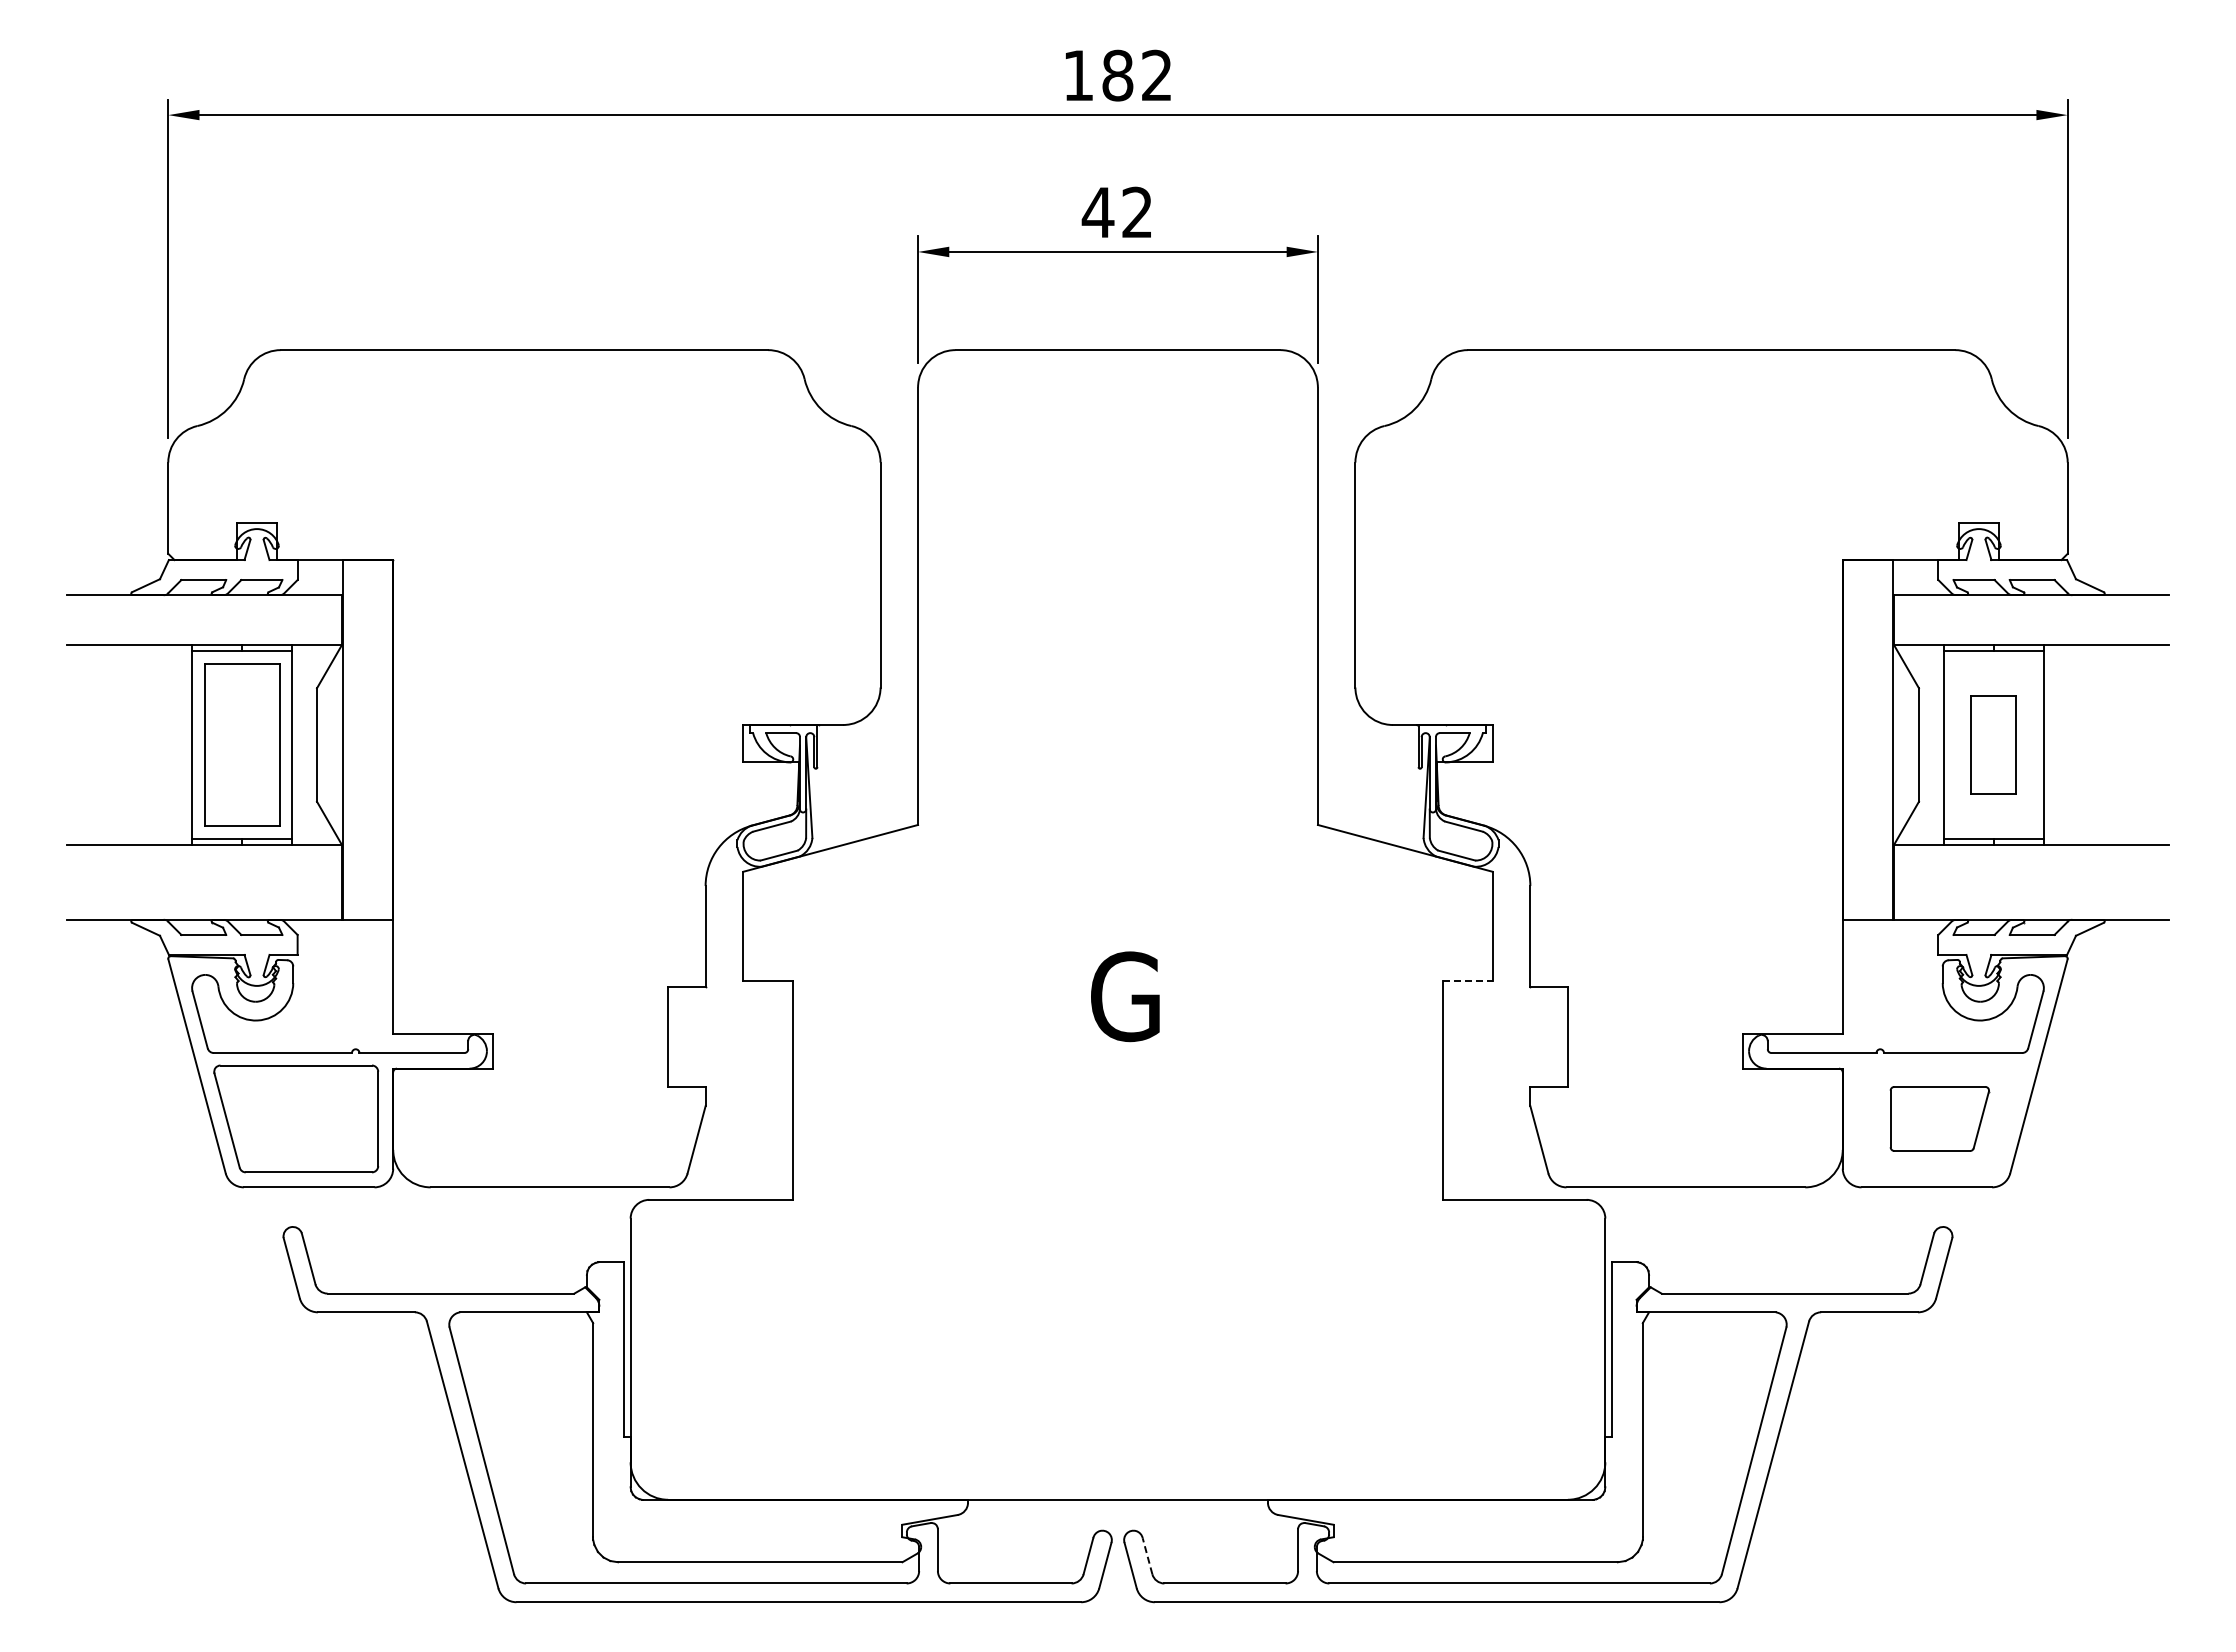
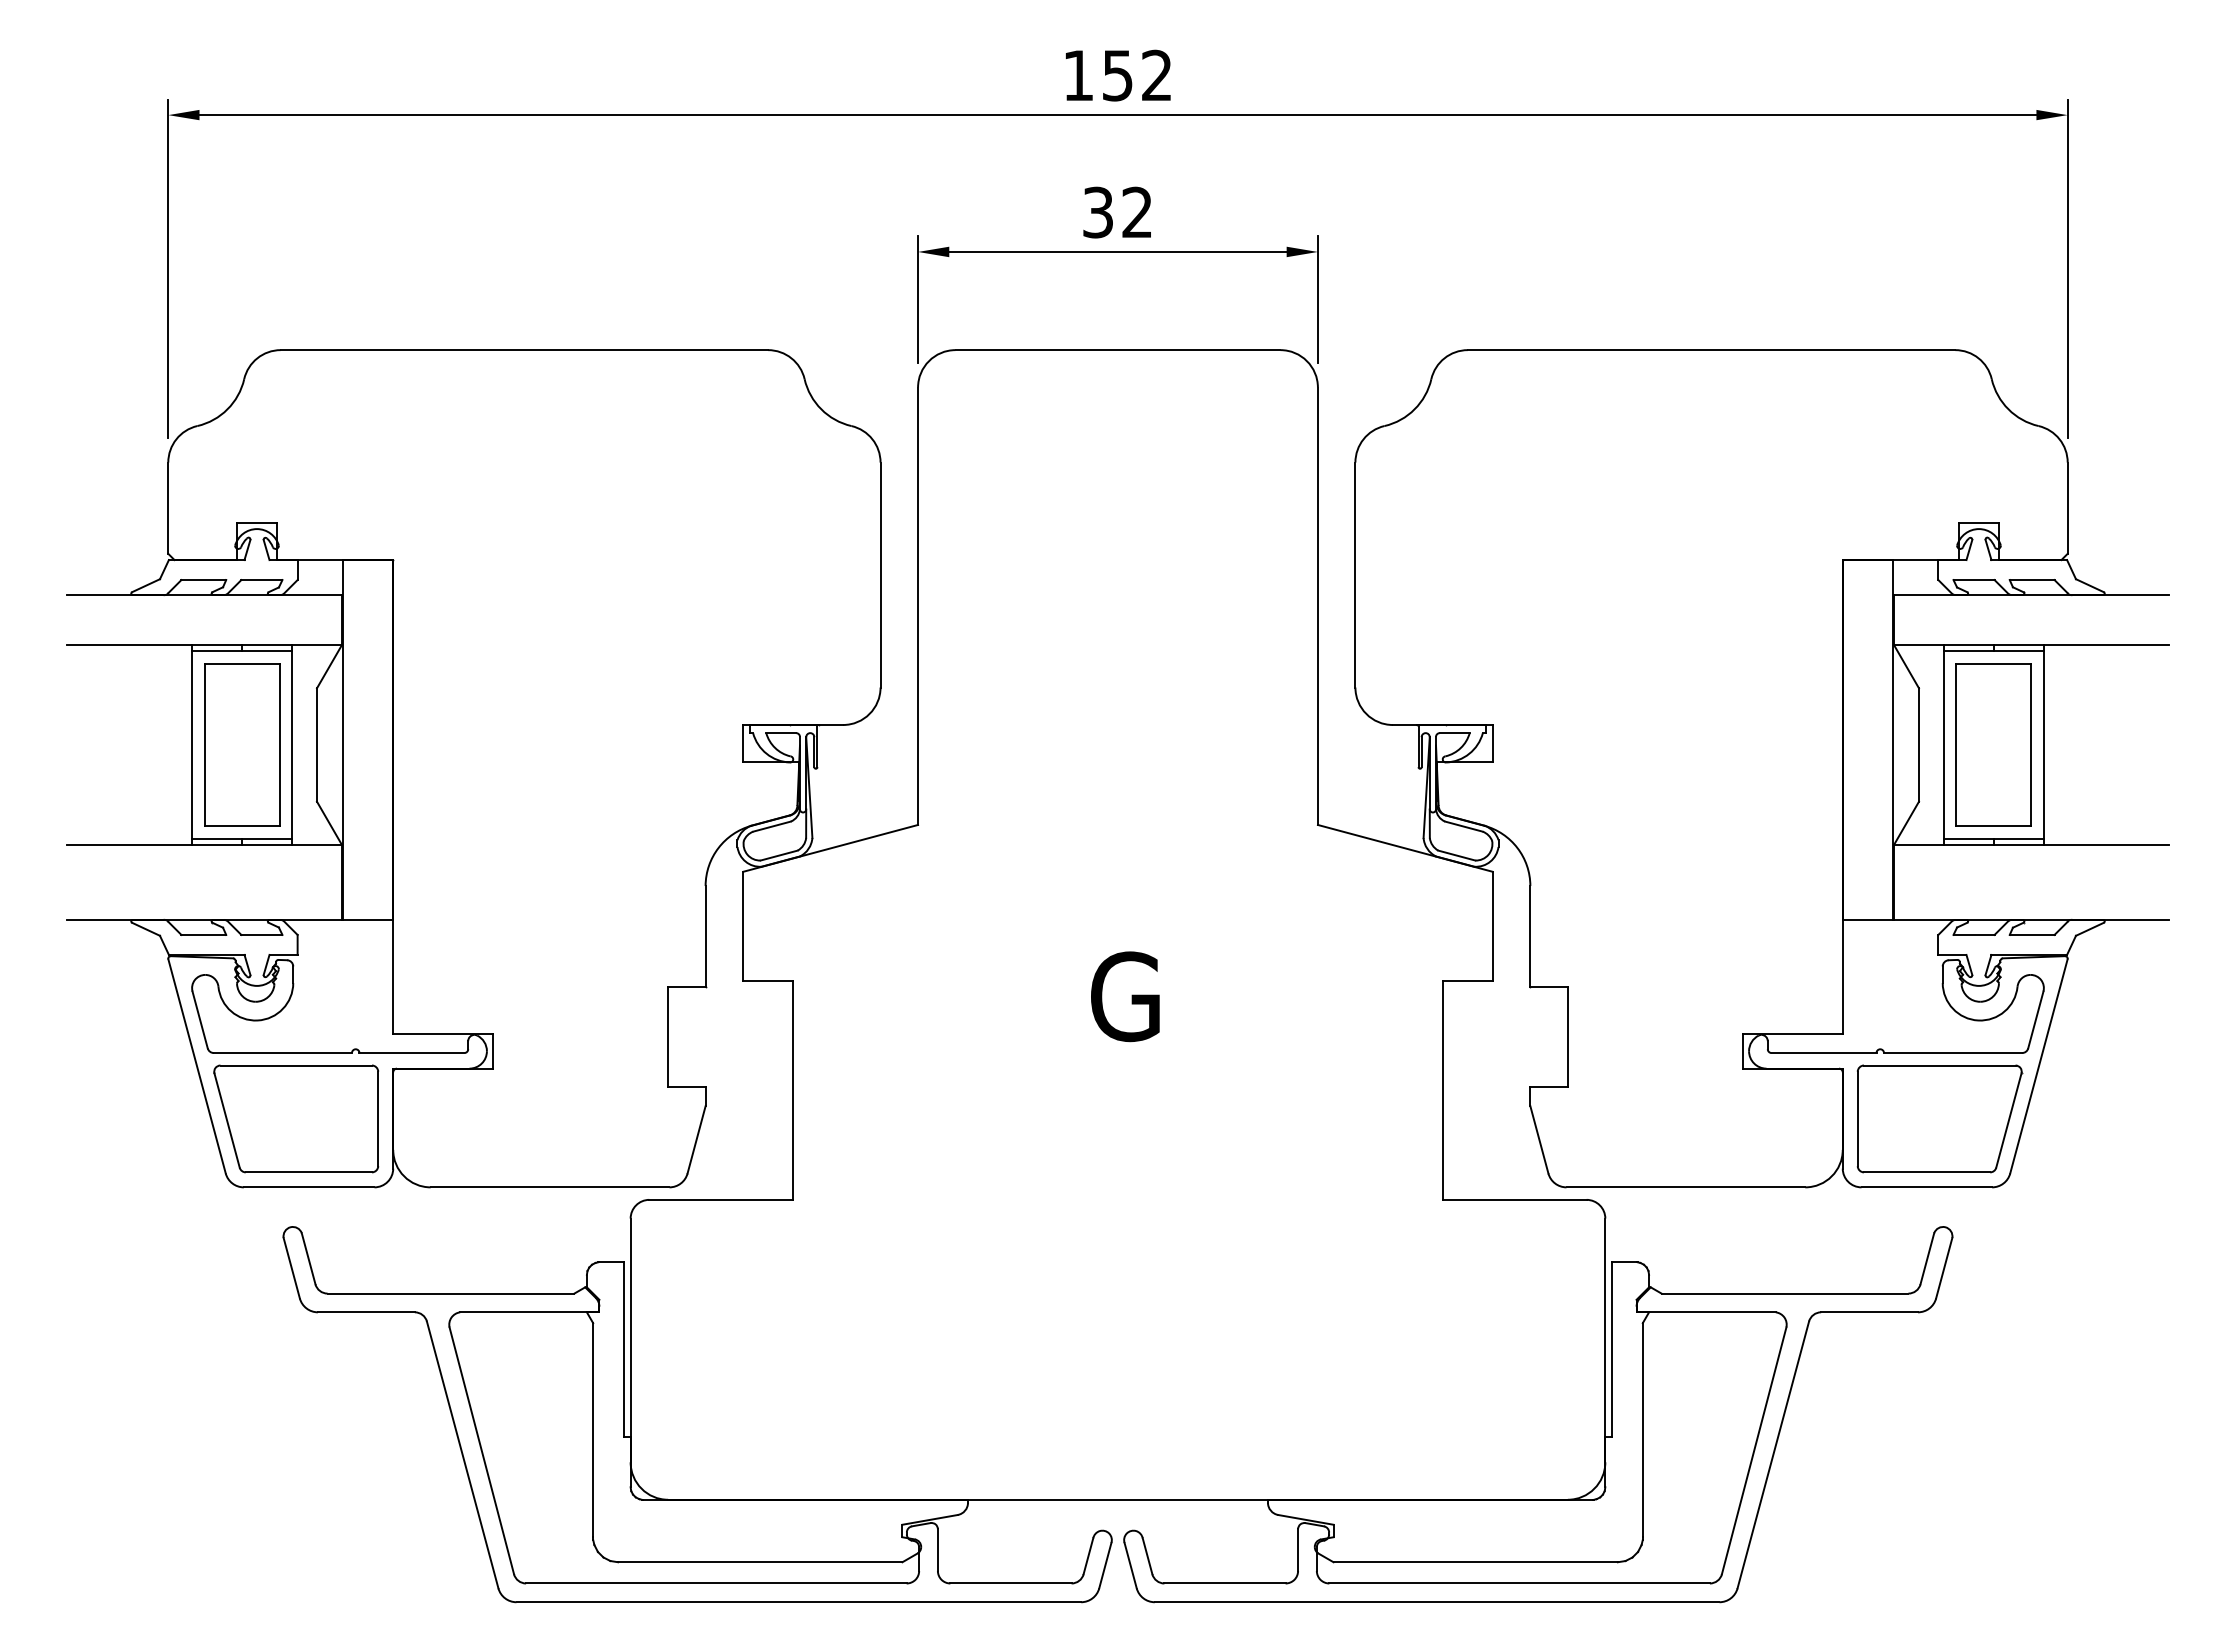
text at (1117, 75): 182 -> 152
text at (1097, 212): 42 -> 32
part at (1993, 744) size: 47x100 px -> 77x164 px
line at (1467, 981): dashed -> solid
part at (1939, 1118) size: 102x66 px -> 168x110 px
line at (1147, 1556): dashed -> solid
